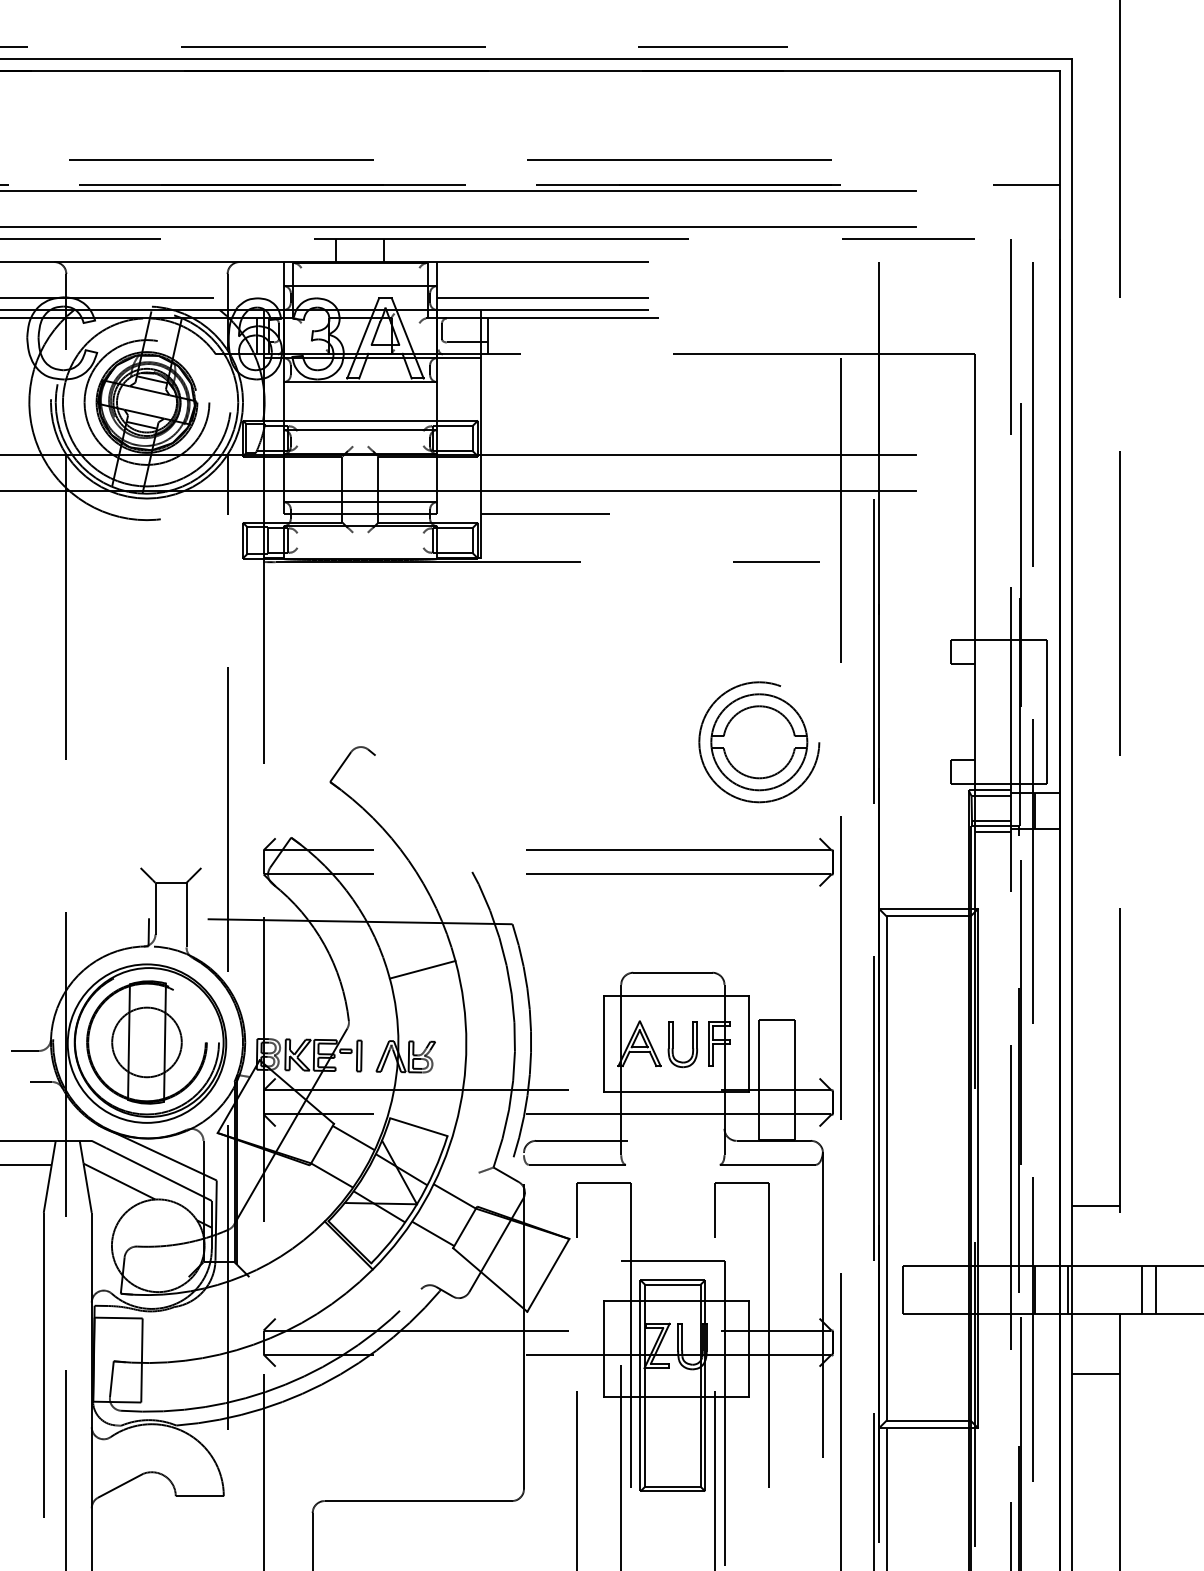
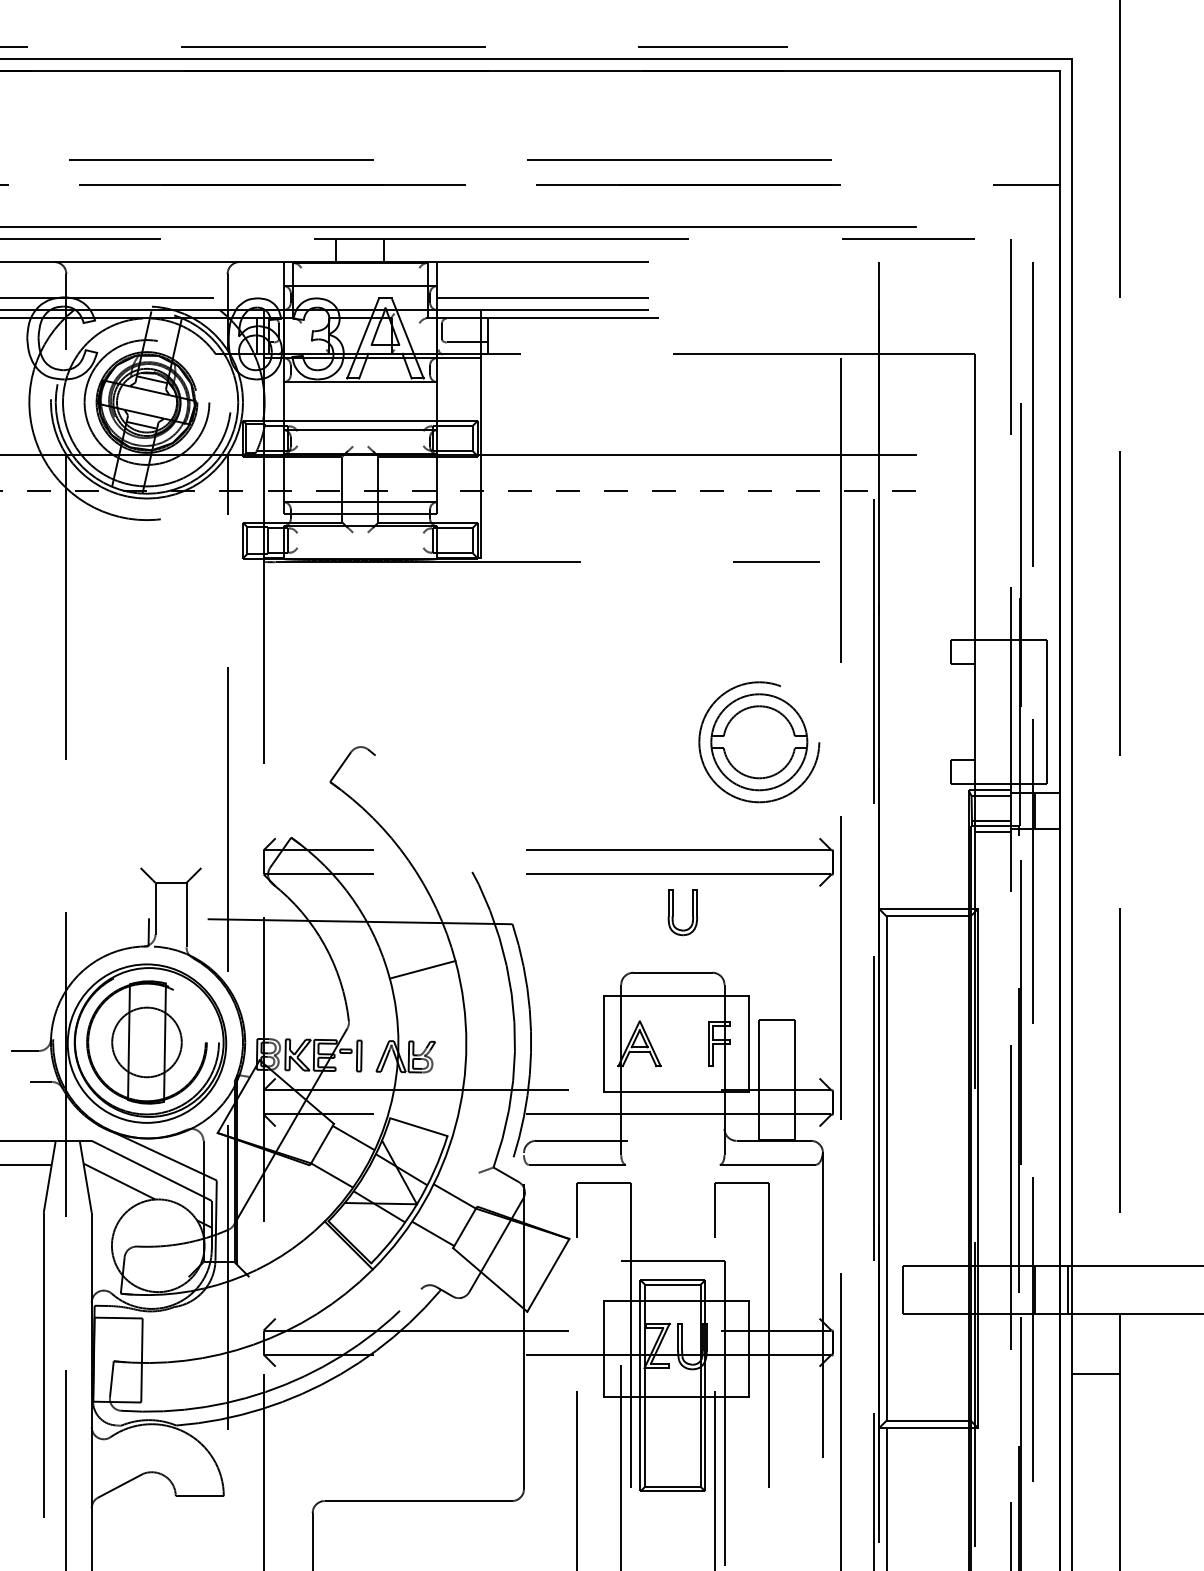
line at (458, 191): present -> none
line at (457, 491): solid -> dashed
line at (544, 514): present -> none
part at (673, 1044) position: (673, 1044) -> (673, 912)
line at (1095, 1205): present -> none
line at (1141, 1289): present -> none
line at (1155, 1289): present -> none
